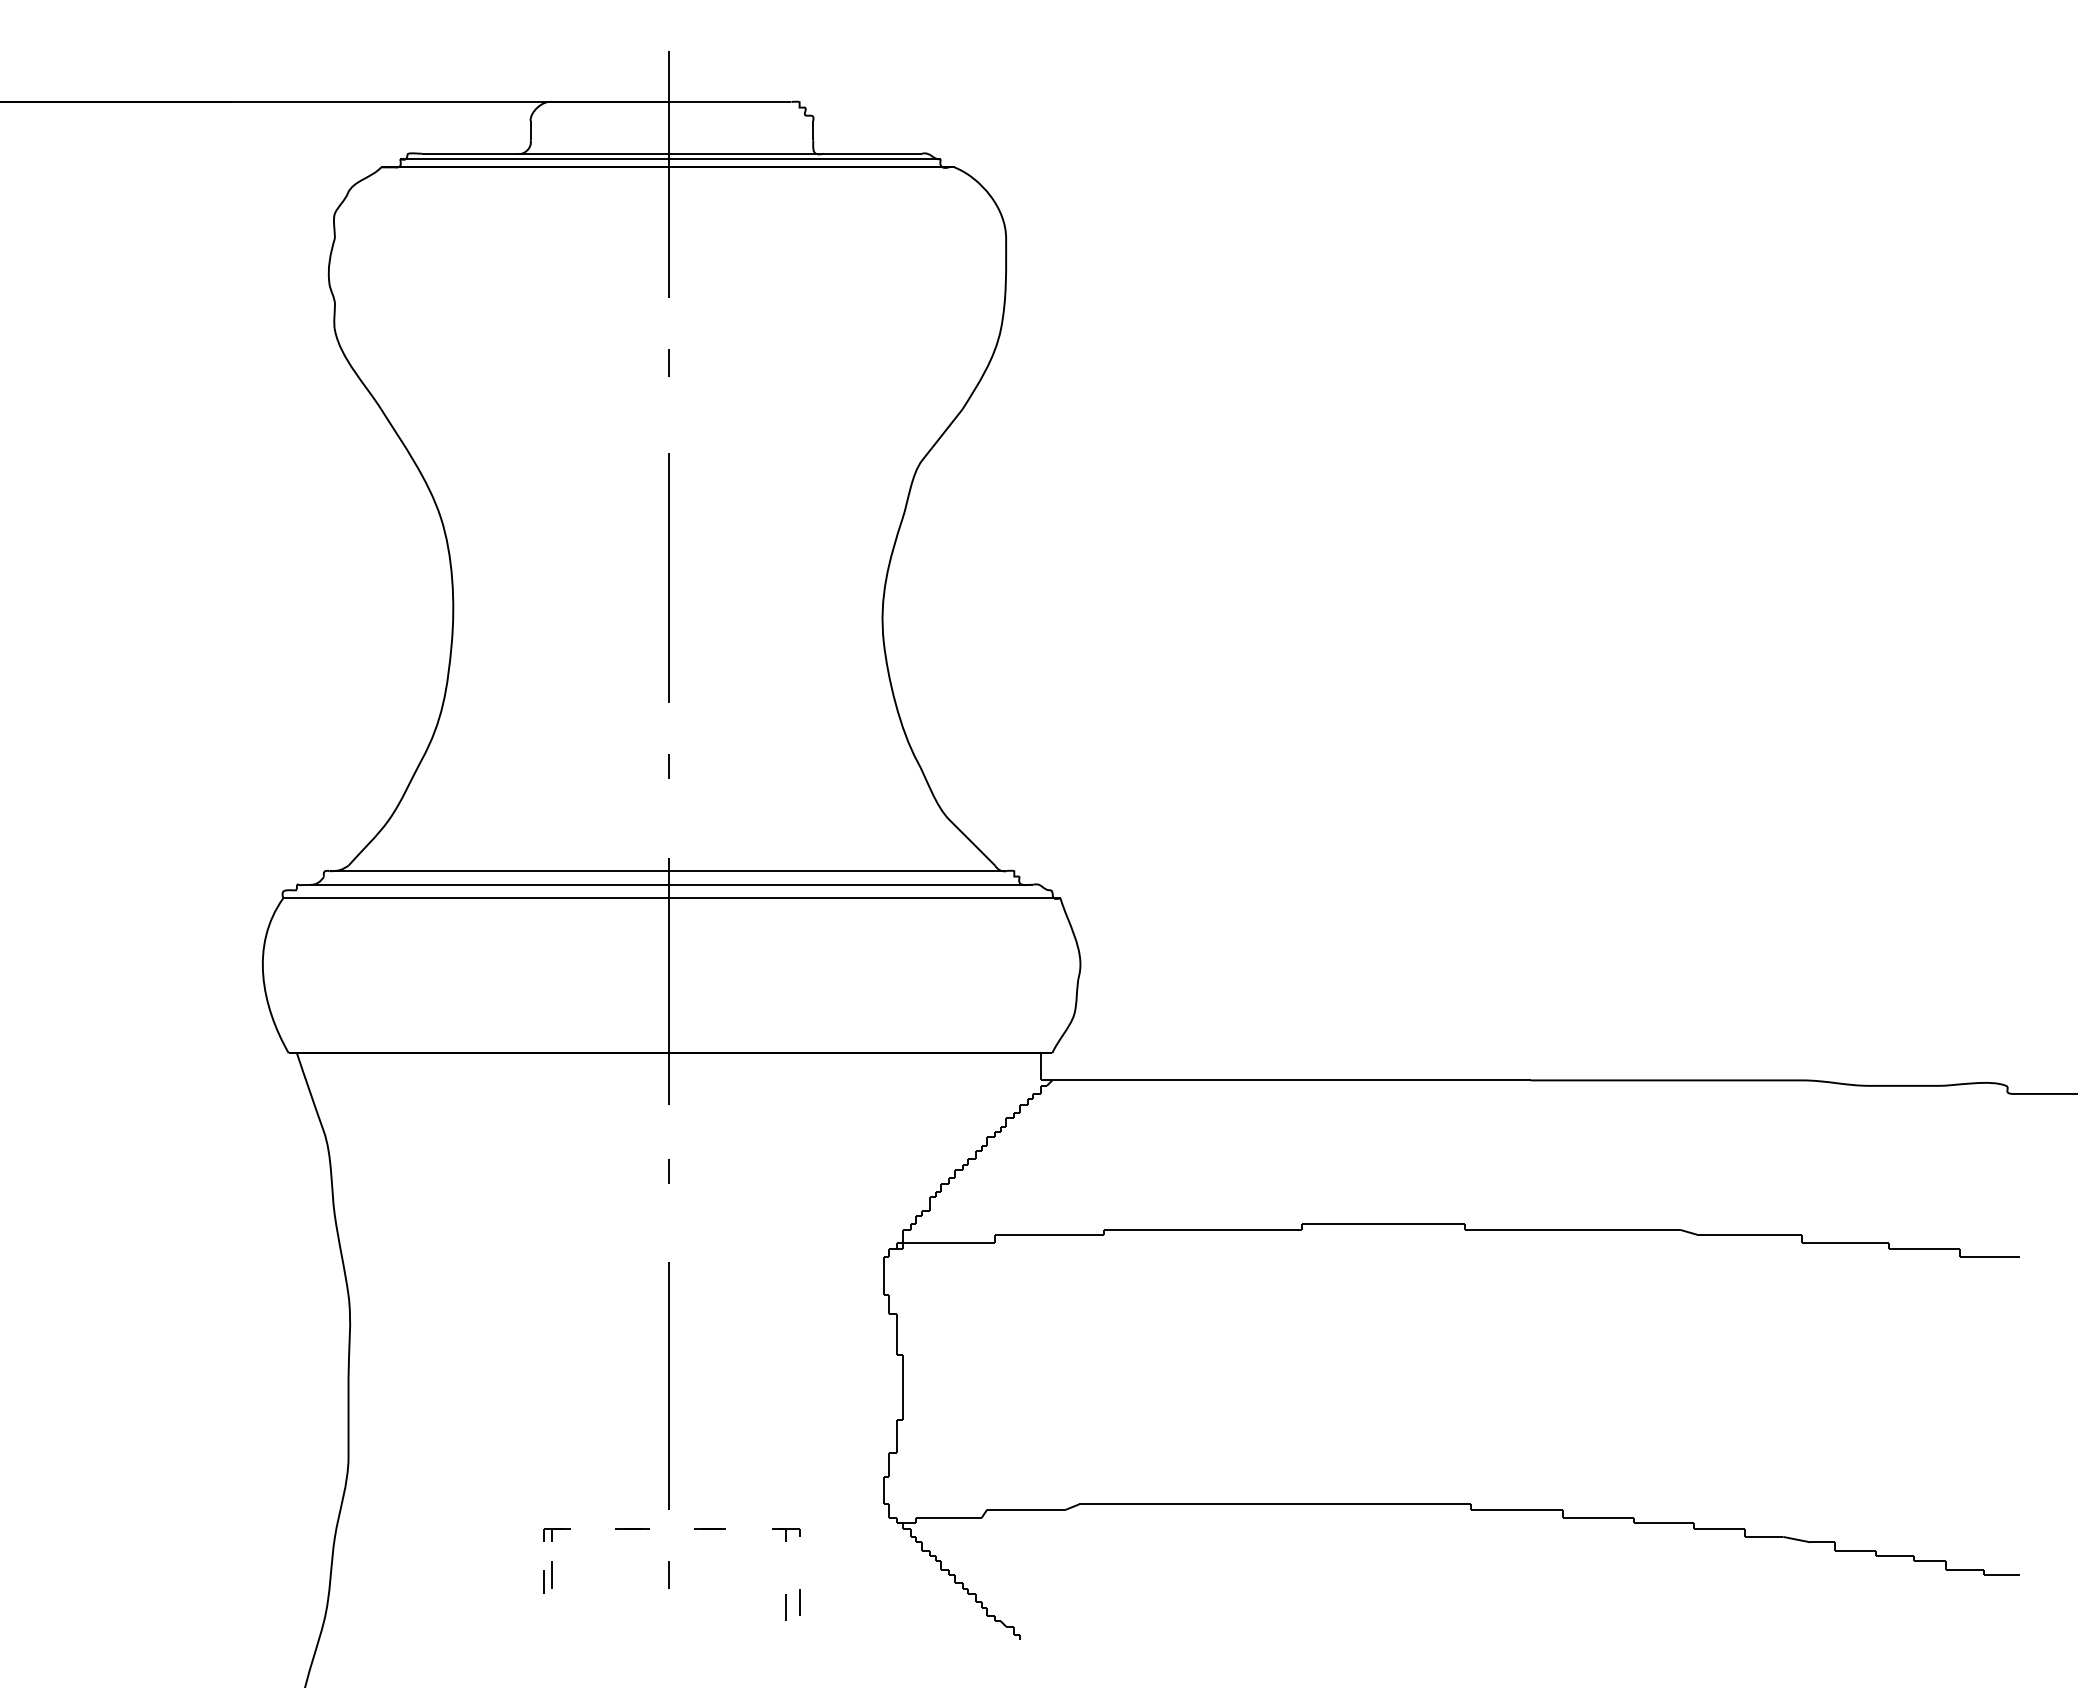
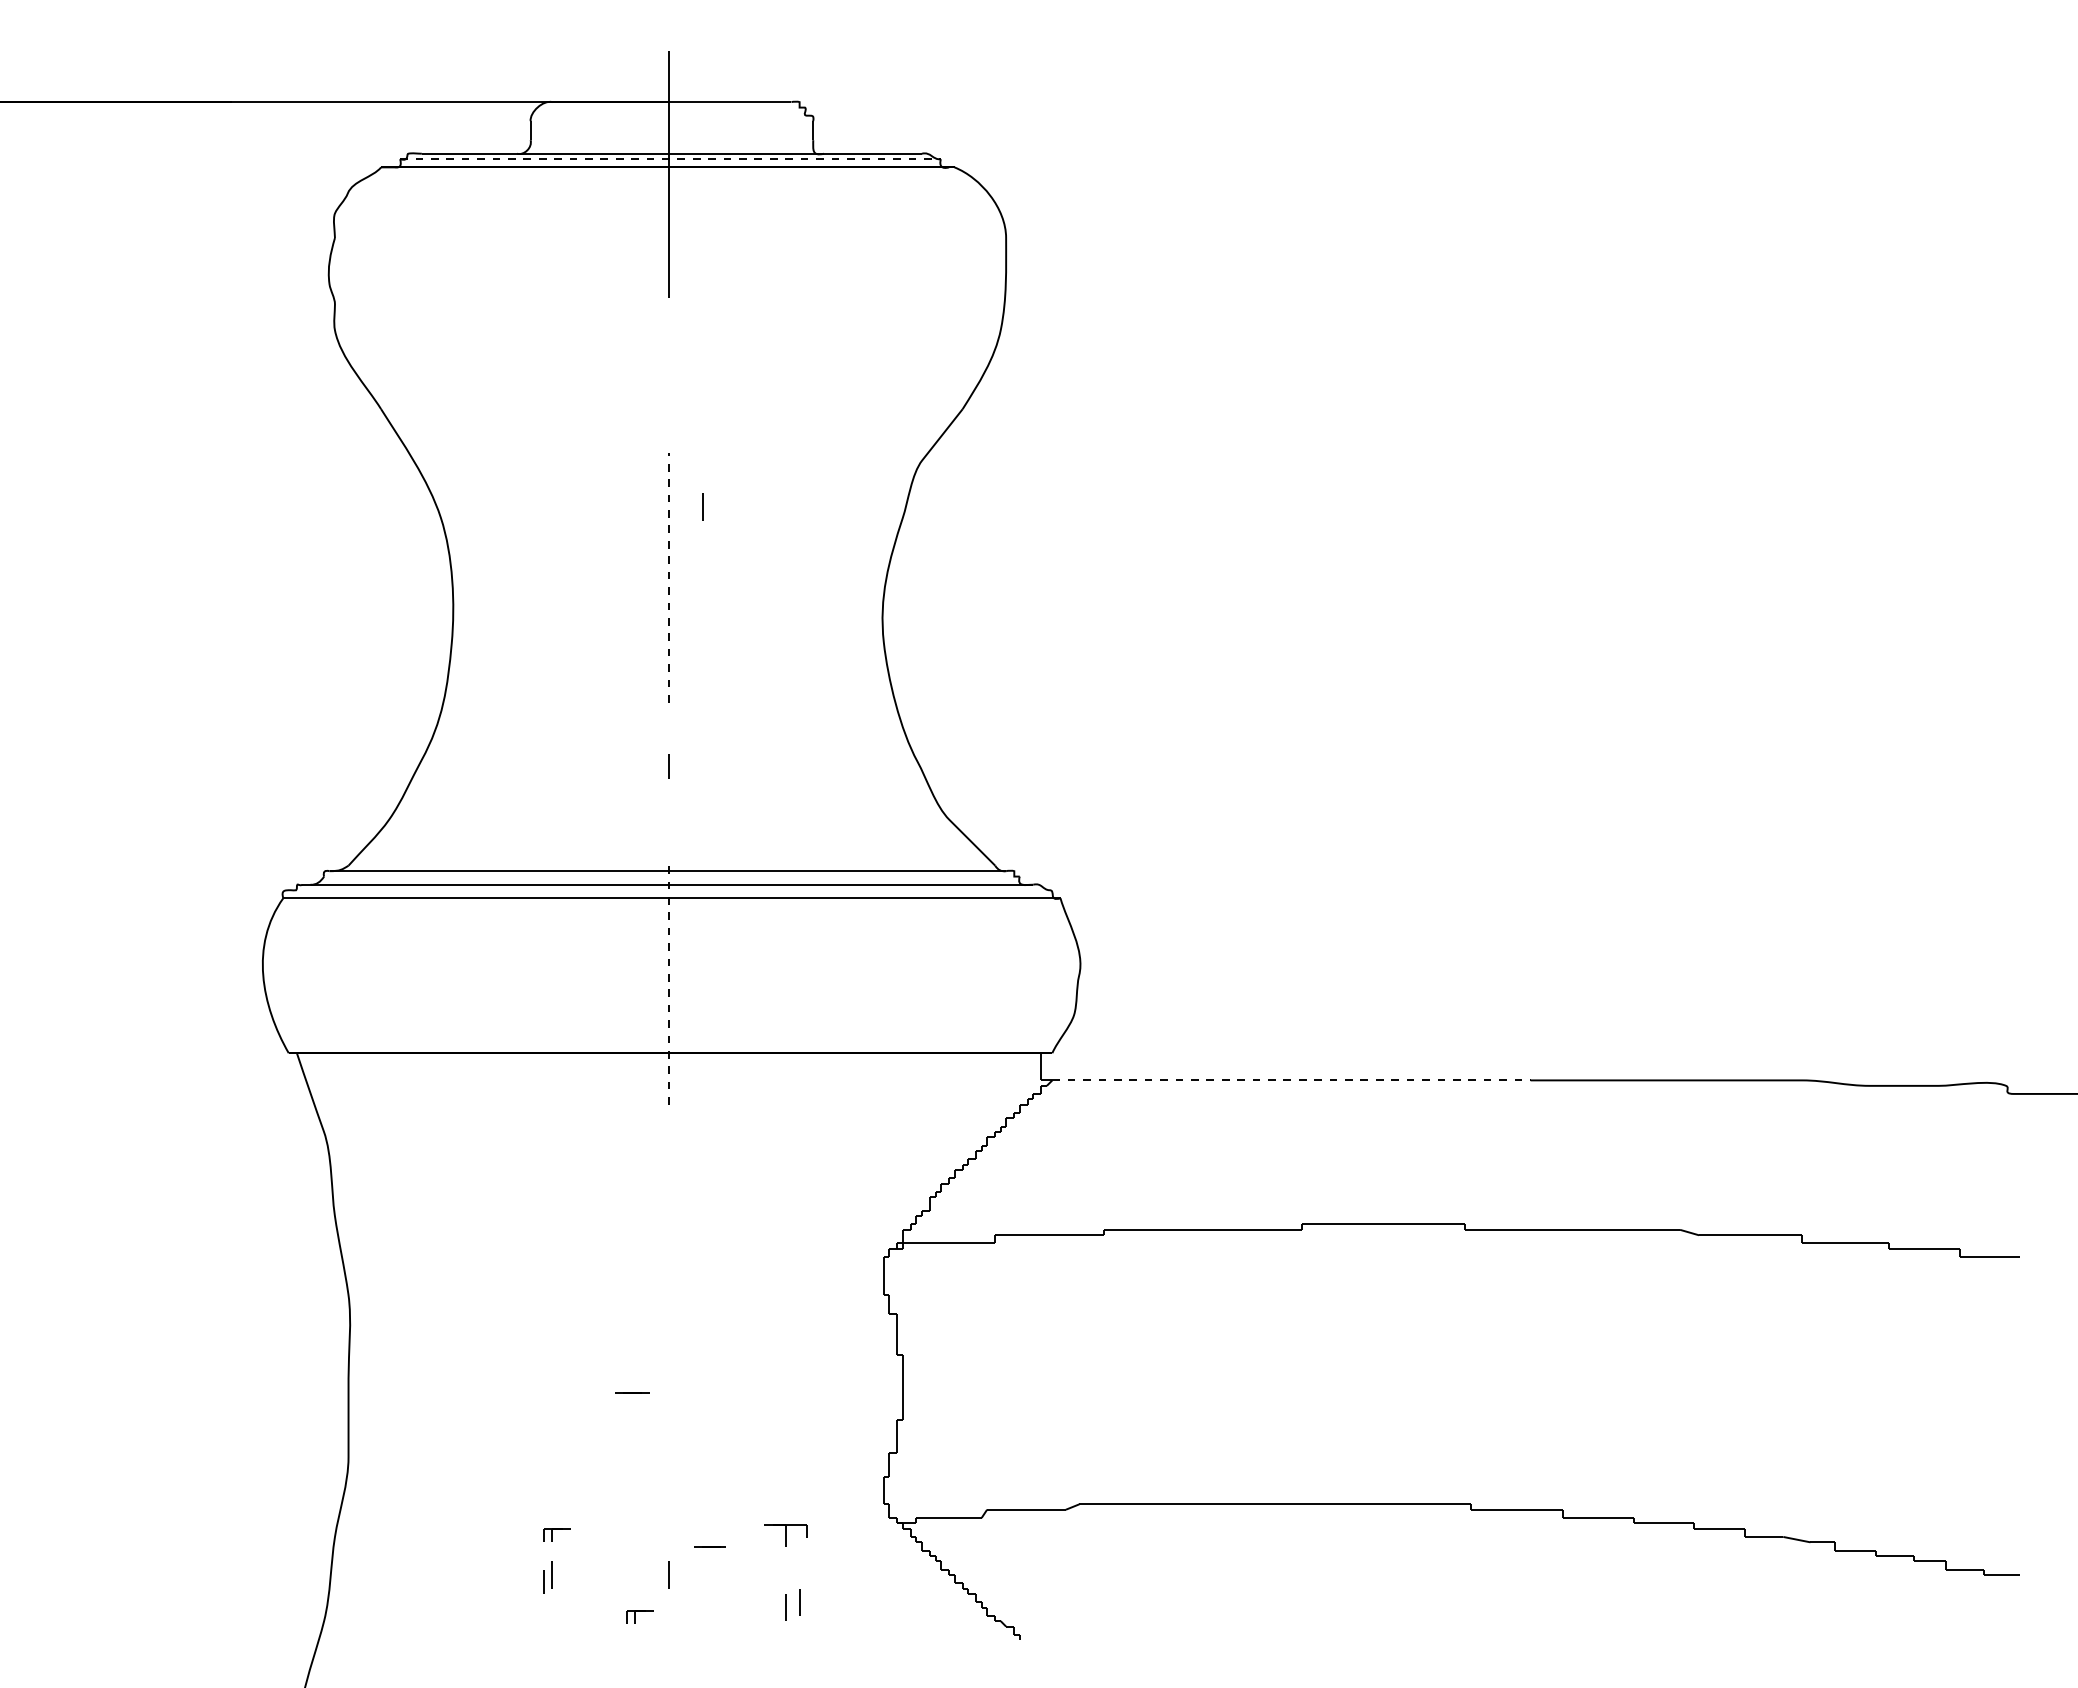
line at (671, 159): solid -> dashed
line at (668, 362) position: (668, 362) -> (702, 506)
line at (669, 577): solid -> dashed
line at (669, 981): solid -> dashed
line at (1291, 1080): solid -> dashed
line at (668, 1171): present -> none
line at (668, 1385): present -> none
line at (632, 1528) position: (632, 1528) -> (632, 1392)
line at (709, 1528) position: (709, 1528) -> (709, 1546)
part at (786, 1534) size: 29x14 px -> 44x23 px
part at (639, 1616): none -> present
